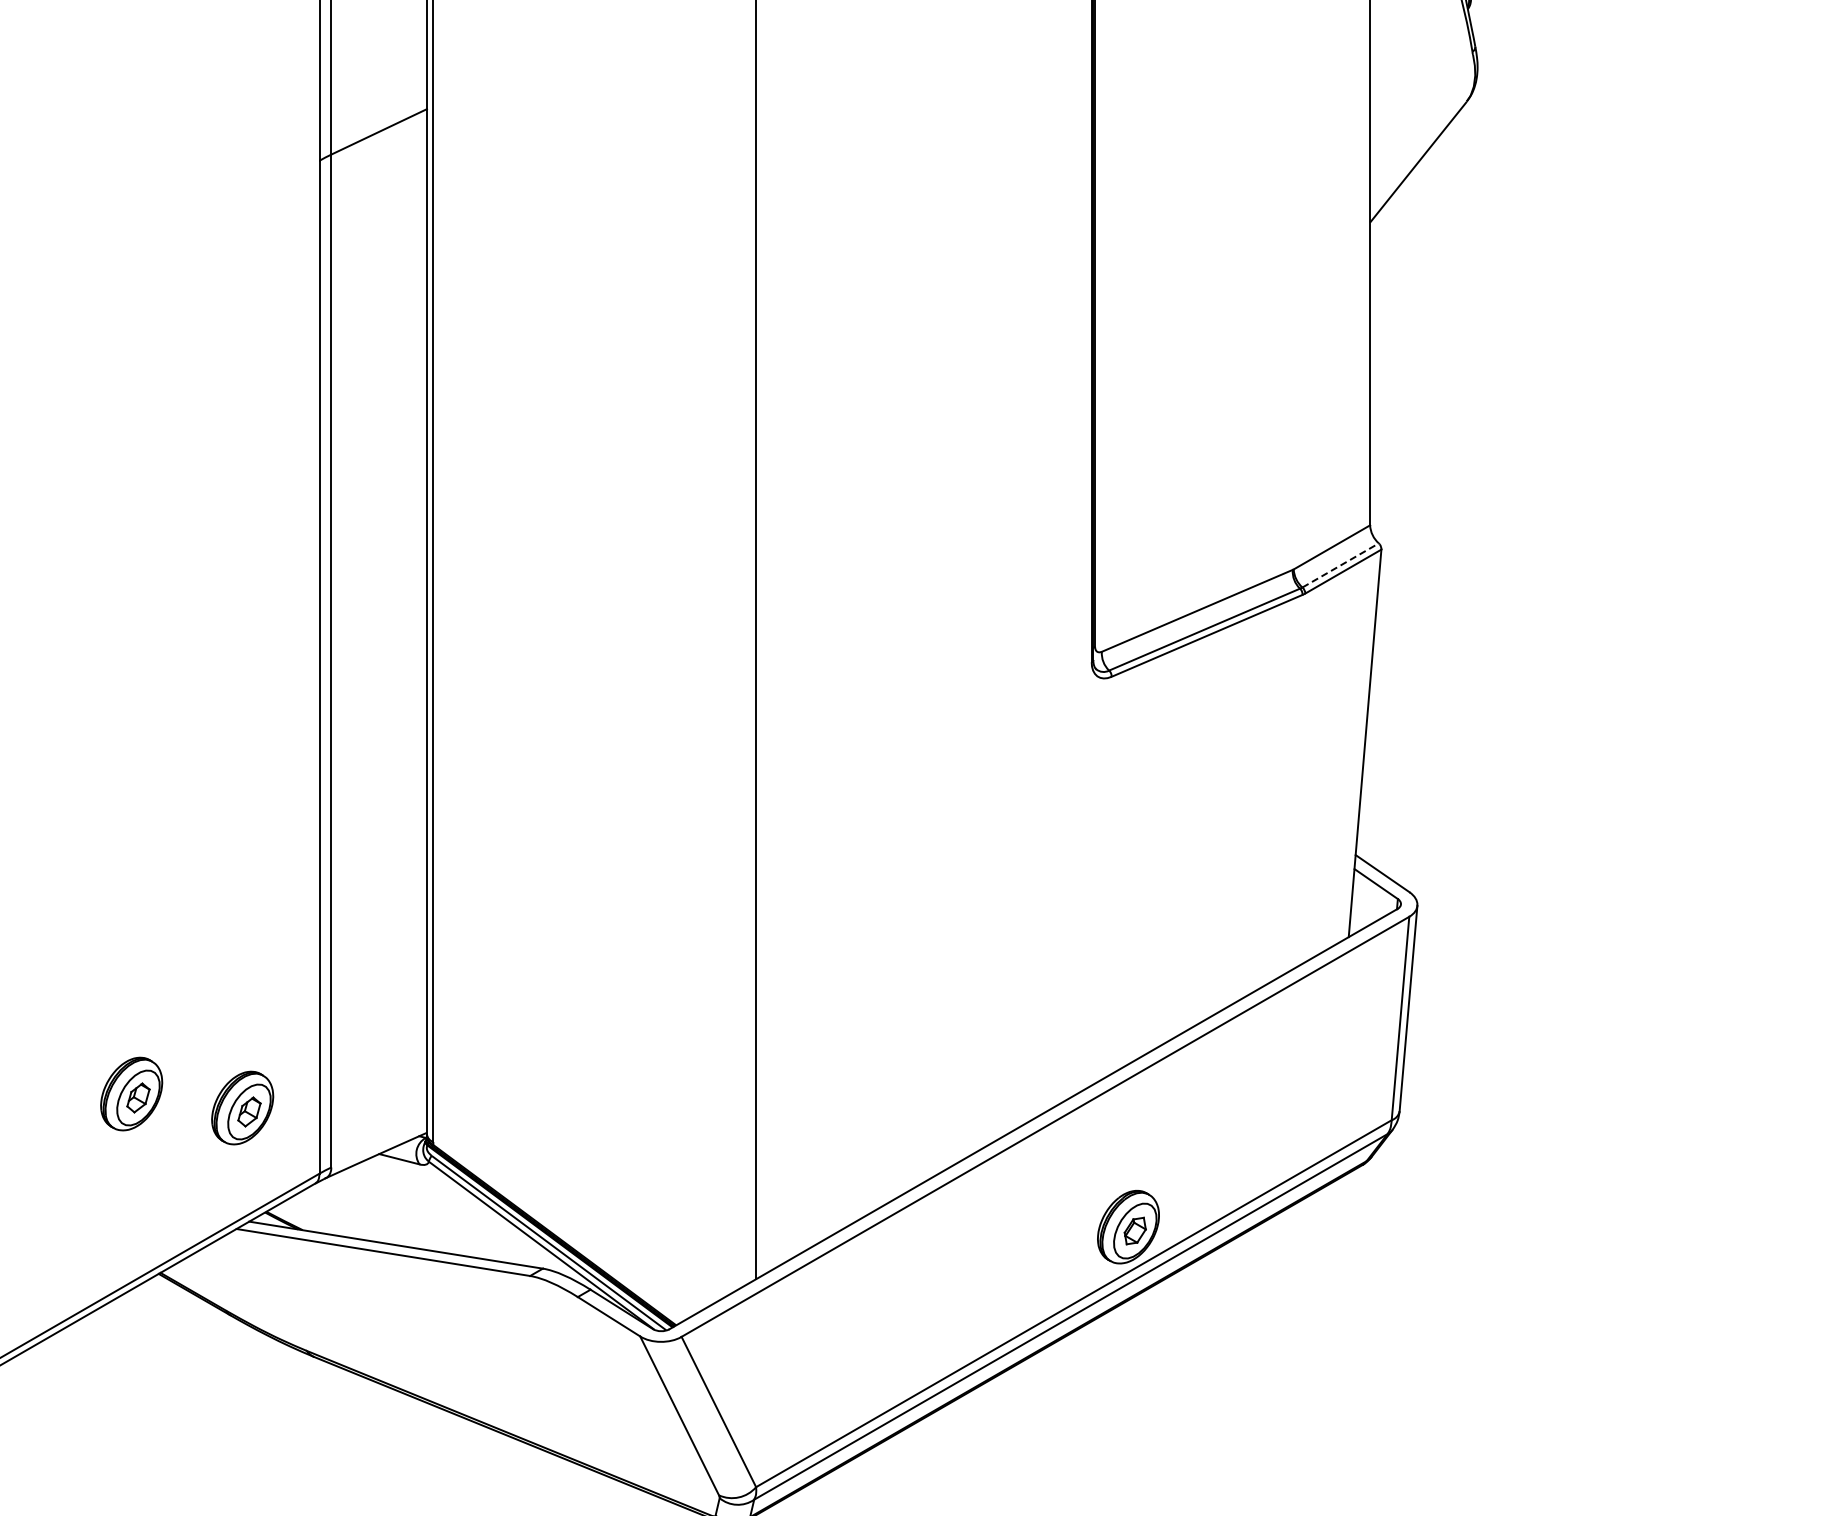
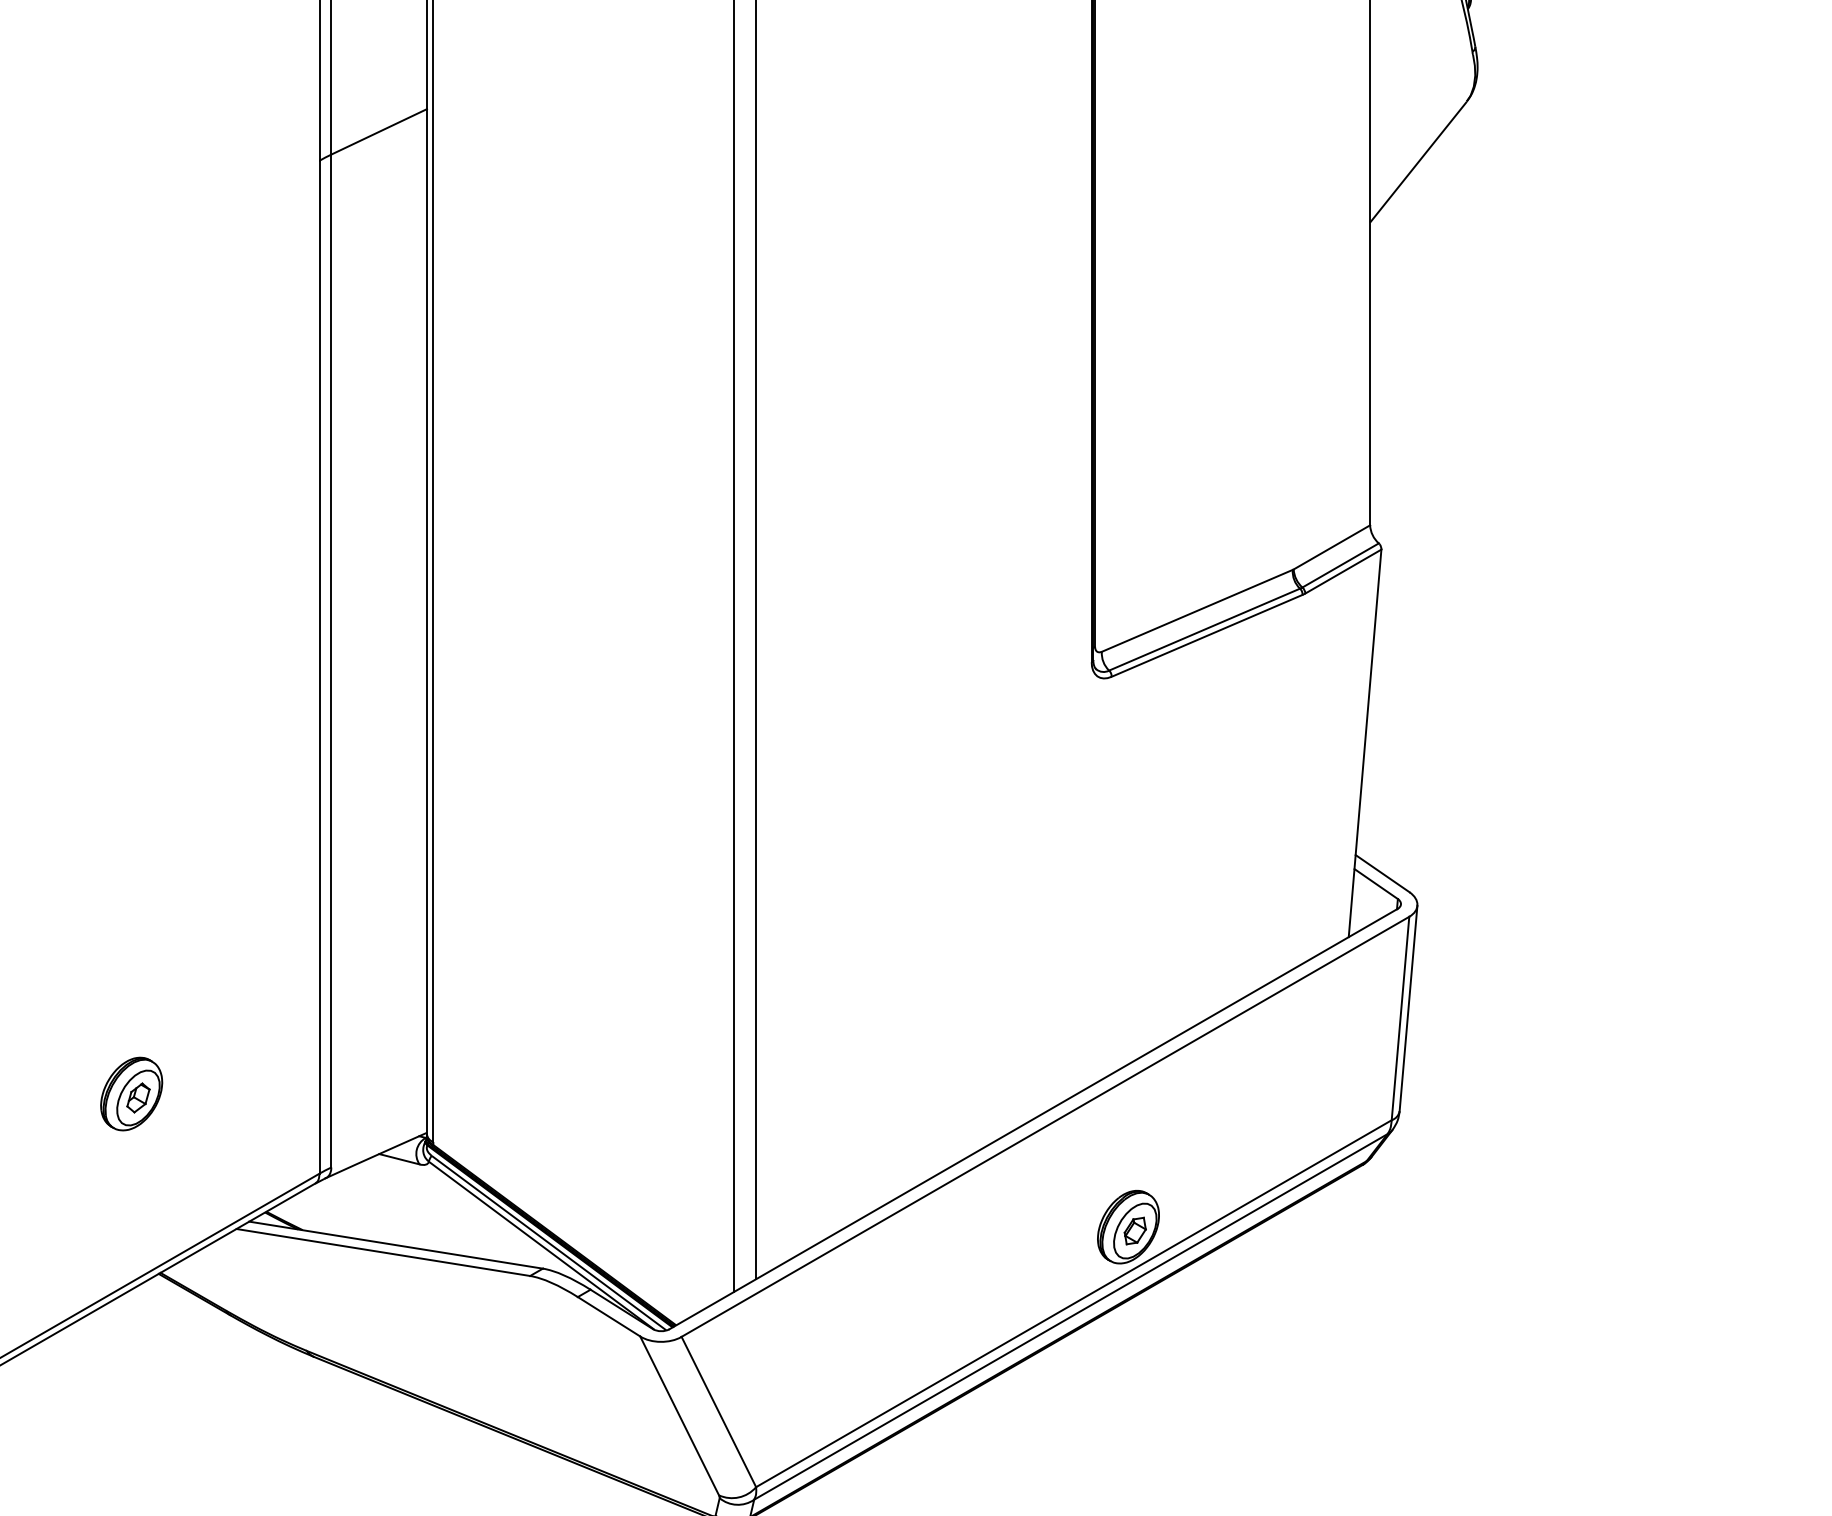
line at (1341, 565): dashed -> solid
line at (734, 646): none -> present
part at (242, 1107): present -> none
